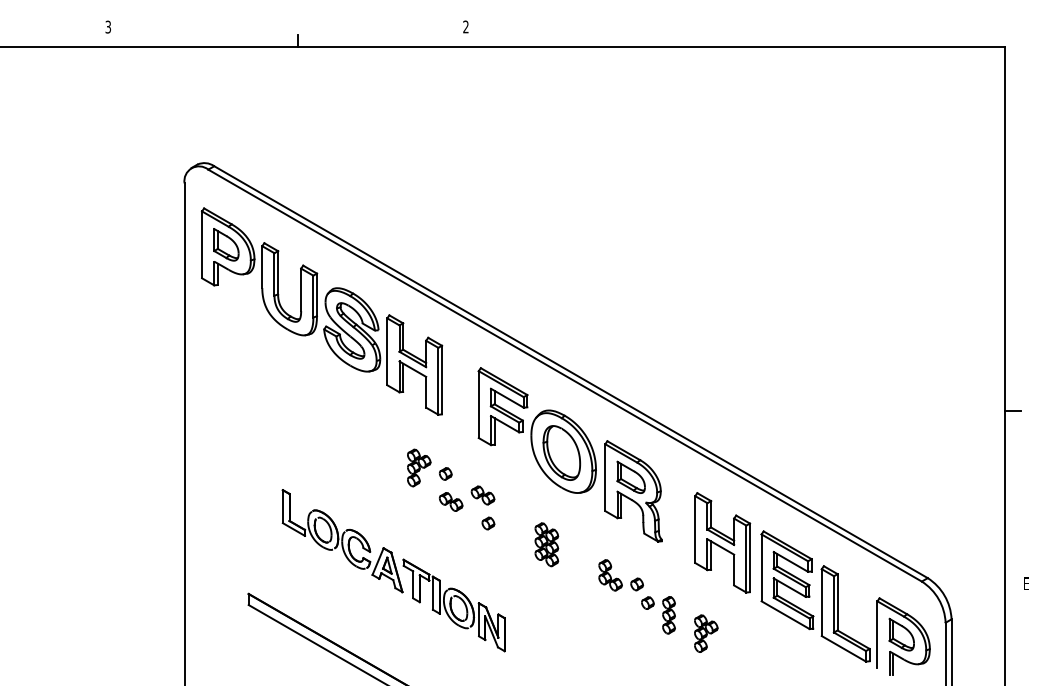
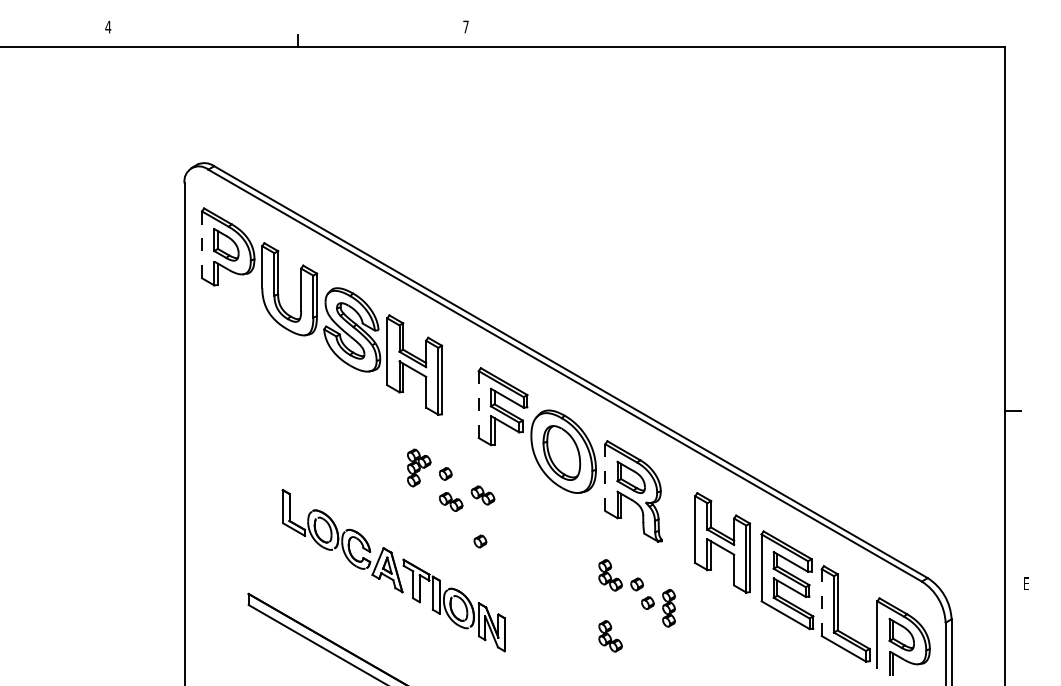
text at (108, 26): 3 -> 4
text at (465, 26): 2 -> 7
line at (202, 244): solid -> dashed
line at (478, 404): solid -> dashed
line at (605, 477): solid -> dashed
part at (488, 523) position: (488, 523) -> (480, 541)
part at (546, 544): present -> none
line at (821, 602): solid -> dashed
part at (668, 615) position: (668, 615) -> (668, 608)
part at (706, 633): present -> none
part at (610, 636): none -> present
